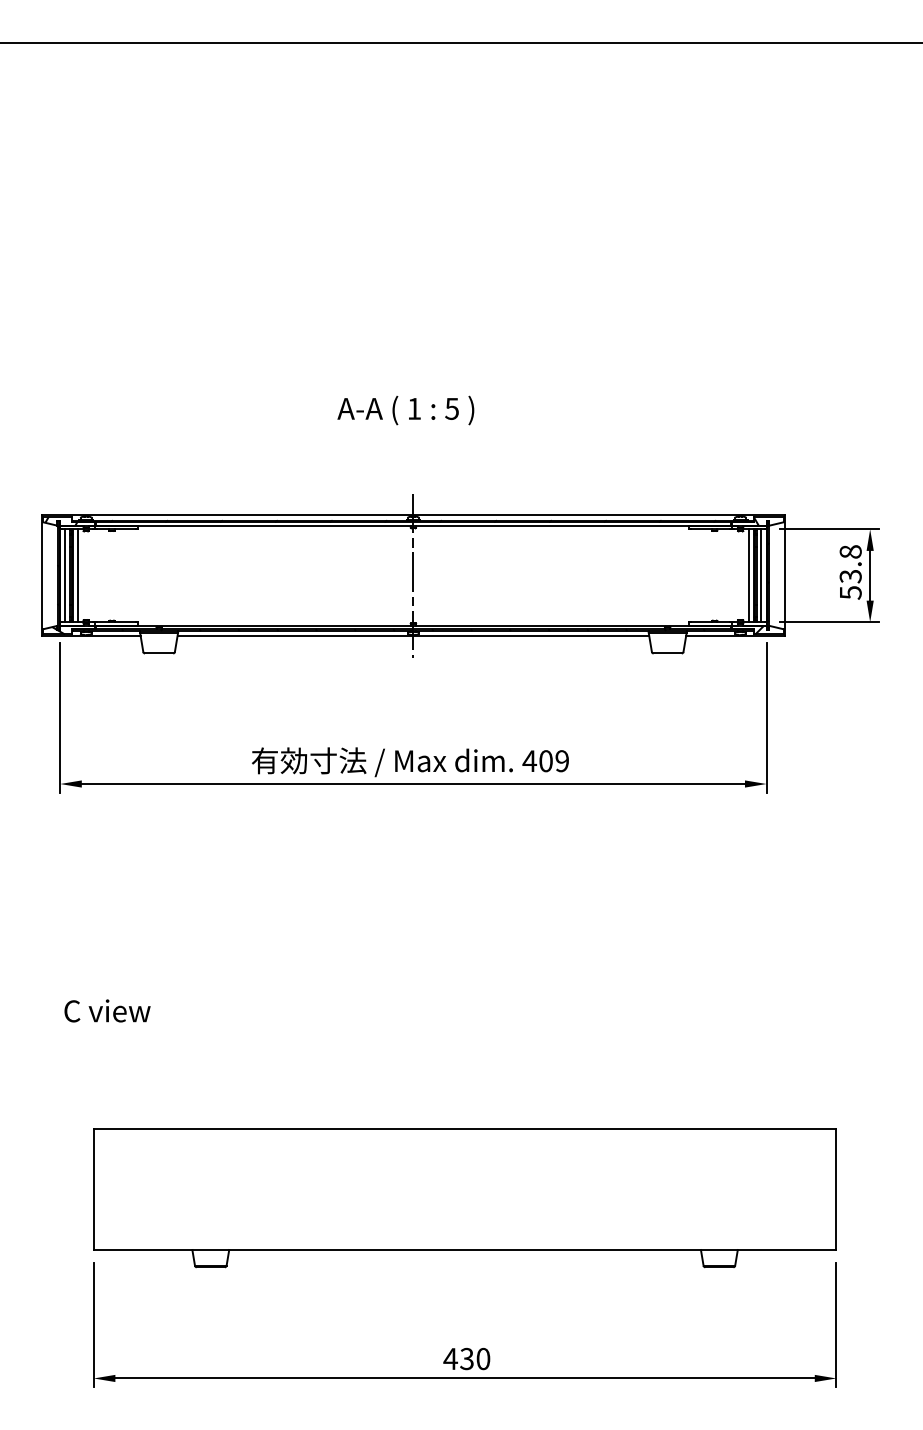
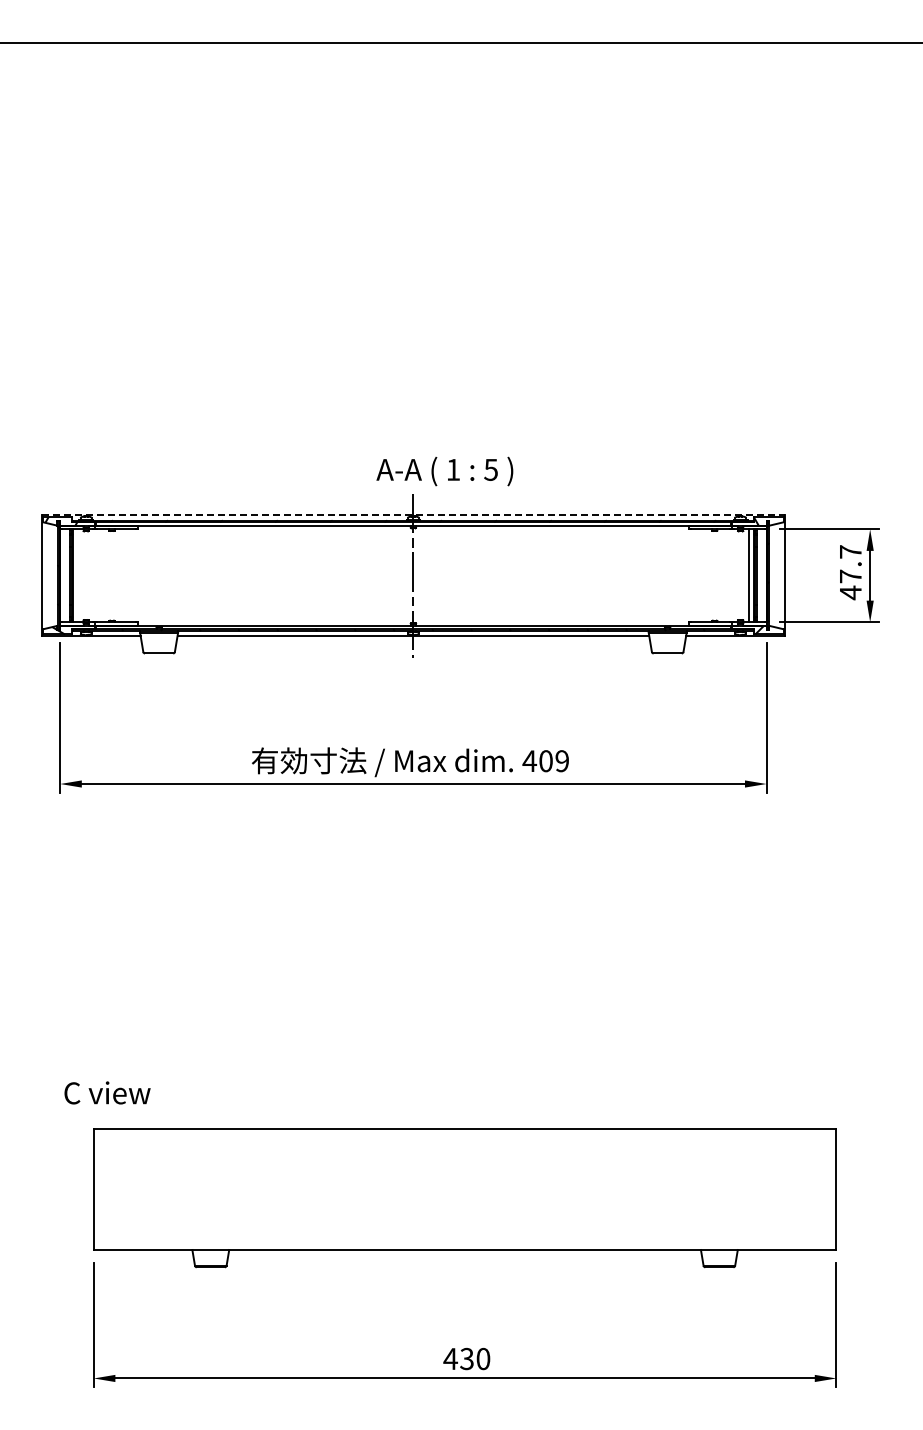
text at (405, 410) position: (405, 410) -> (444, 471)
line at (413, 515): solid -> dashed
text at (850, 572): 53.8 -> 47.7
line at (65, 575): present -> none
line at (77, 575): present -> none
line at (761, 575): present -> none
text at (107, 1010) position: (107, 1010) -> (107, 1092)
